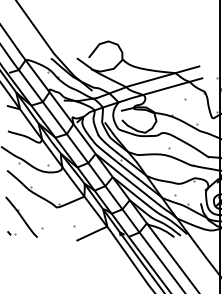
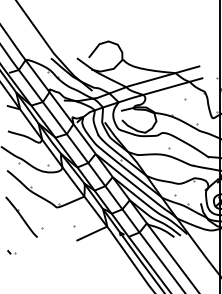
part at (11, 233) position: (11, 233) -> (11, 252)
